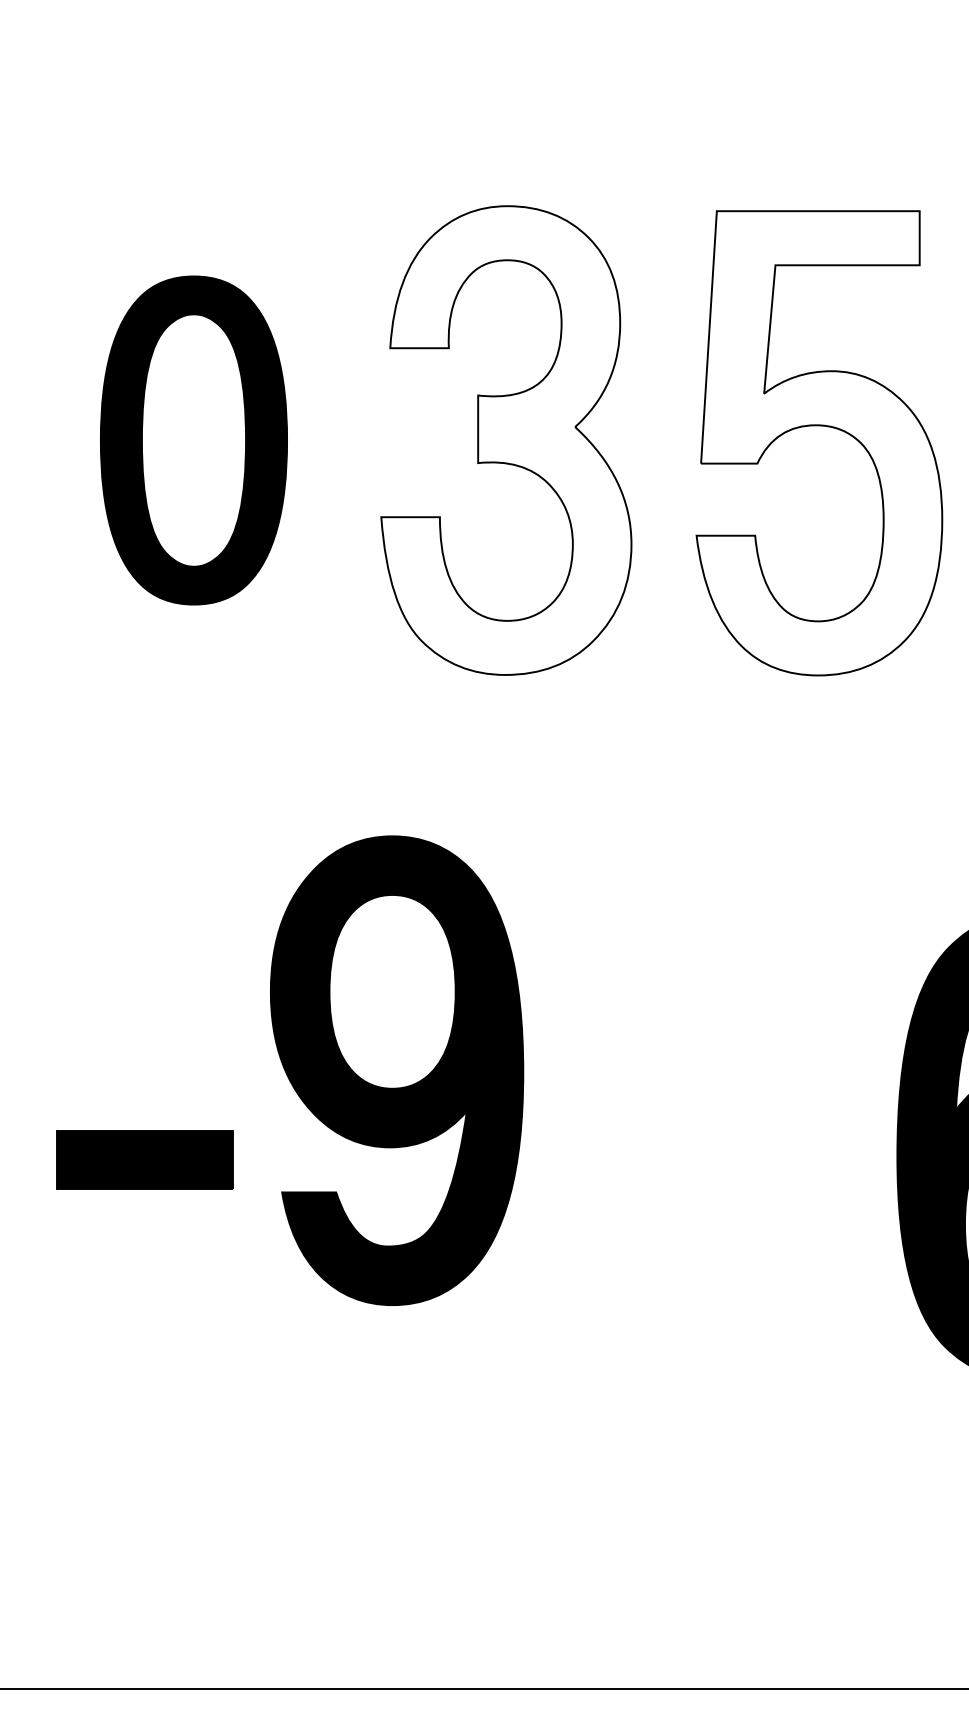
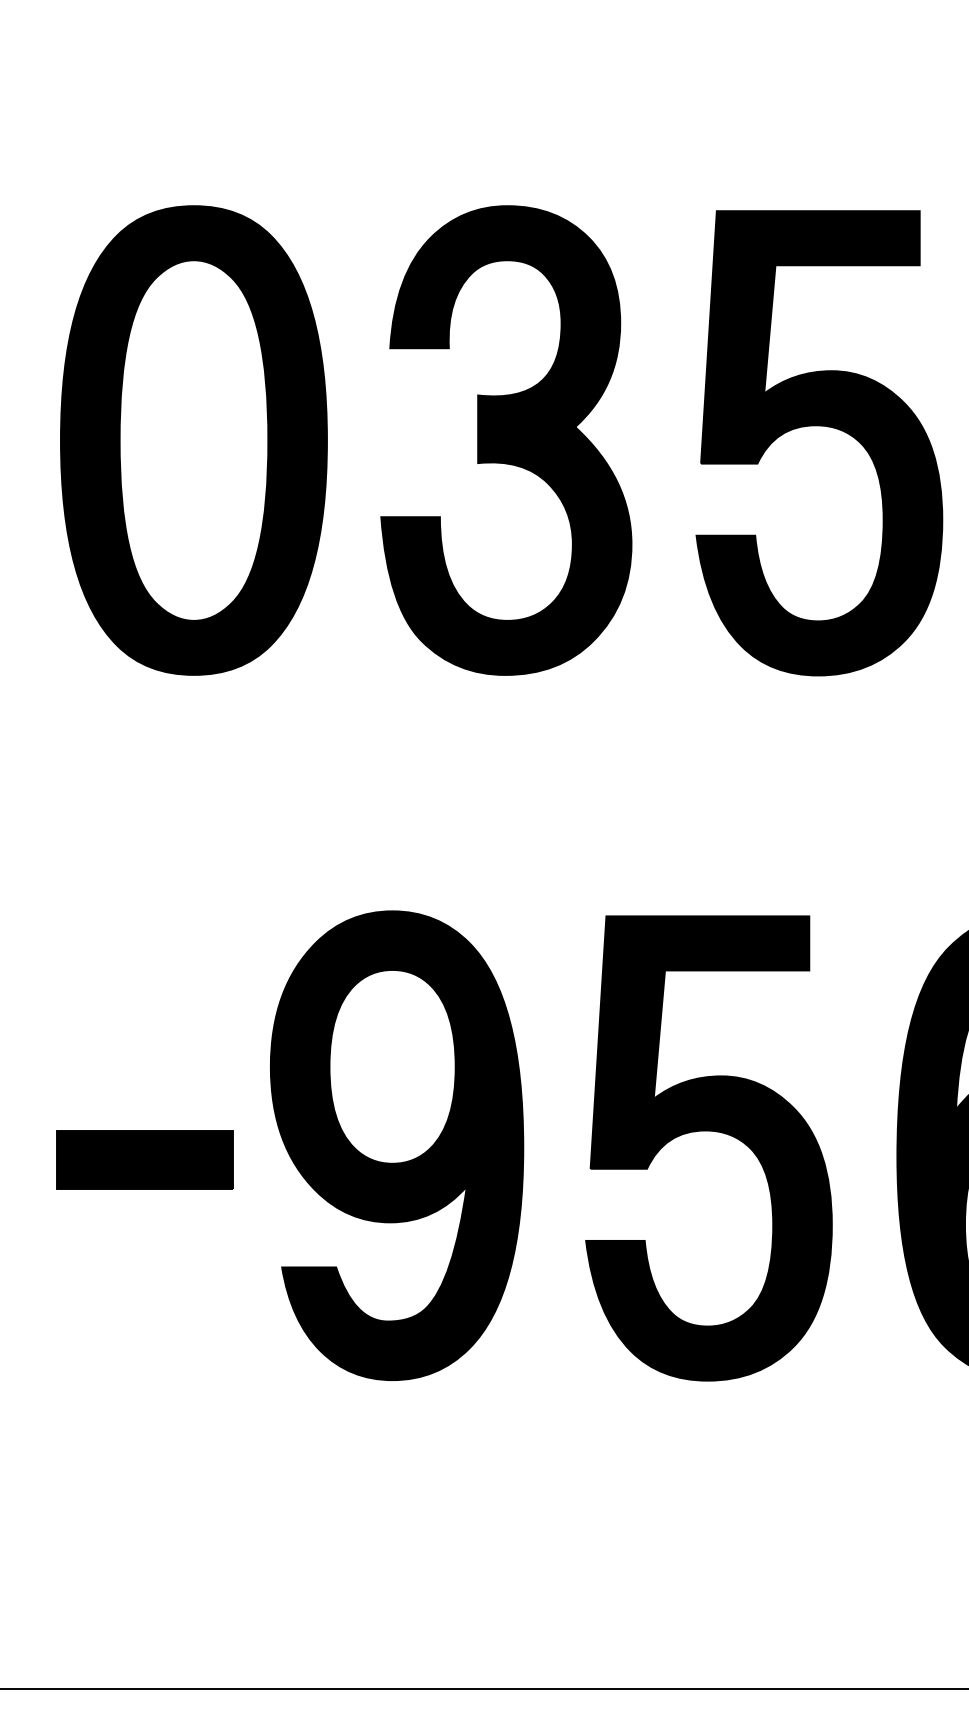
part at (193, 440) size: 188x331 px -> 268x471 px
fill at (506, 440): none -> present
fill at (819, 443): none -> present
part at (397, 1070) position: (397, 1070) -> (397, 1145)
part at (708, 1131): none -> present
